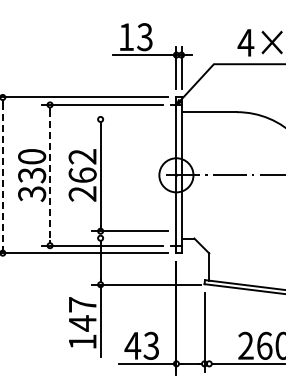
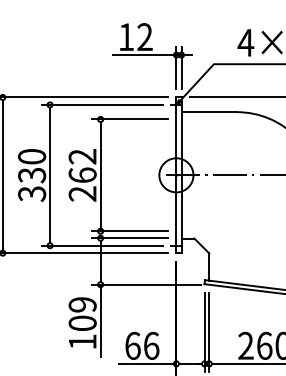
text at (144, 37): 13 -> 12
line at (236, 97): none -> present
line at (129, 119): none -> present
line at (2, 175): dashed -> solid
line at (50, 175): dashed -> solid
line at (129, 238): none -> present
text at (82, 314): 147 -> 109
line at (209, 332): none -> present
text at (141, 345): 43 -> 66
